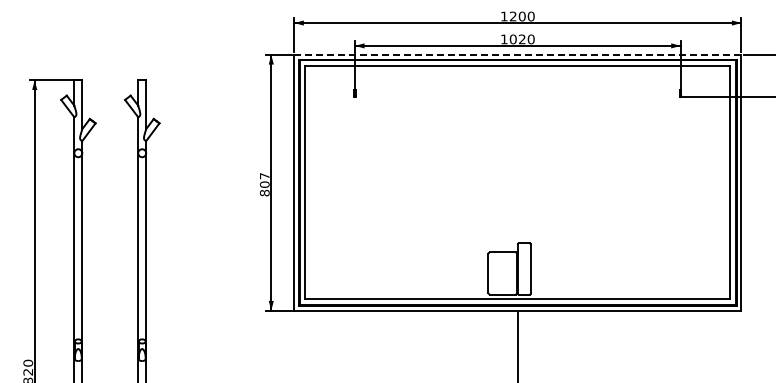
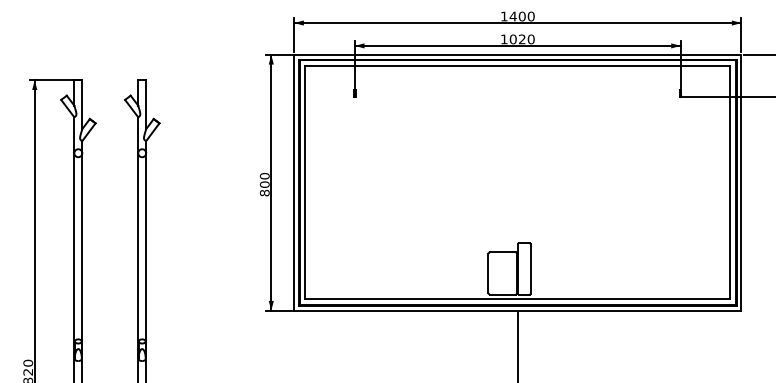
text at (512, 16): 1200 -> 1400
line at (517, 54): dashed -> solid
text at (264, 176): 807 -> 800
